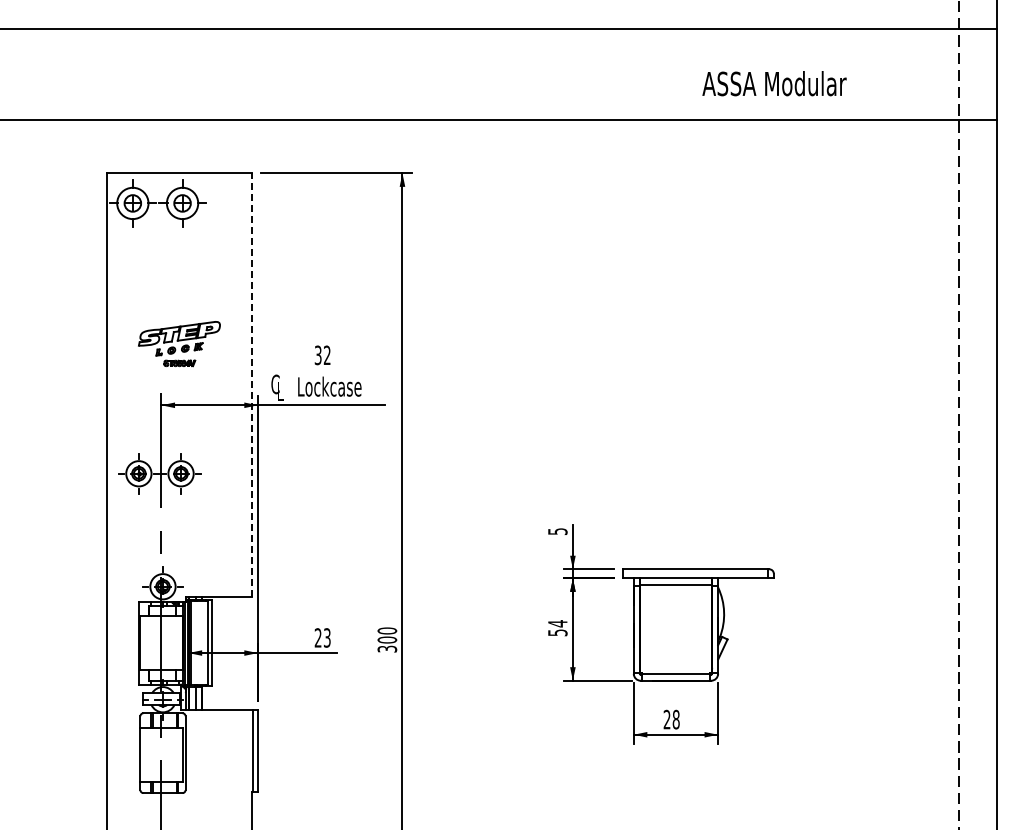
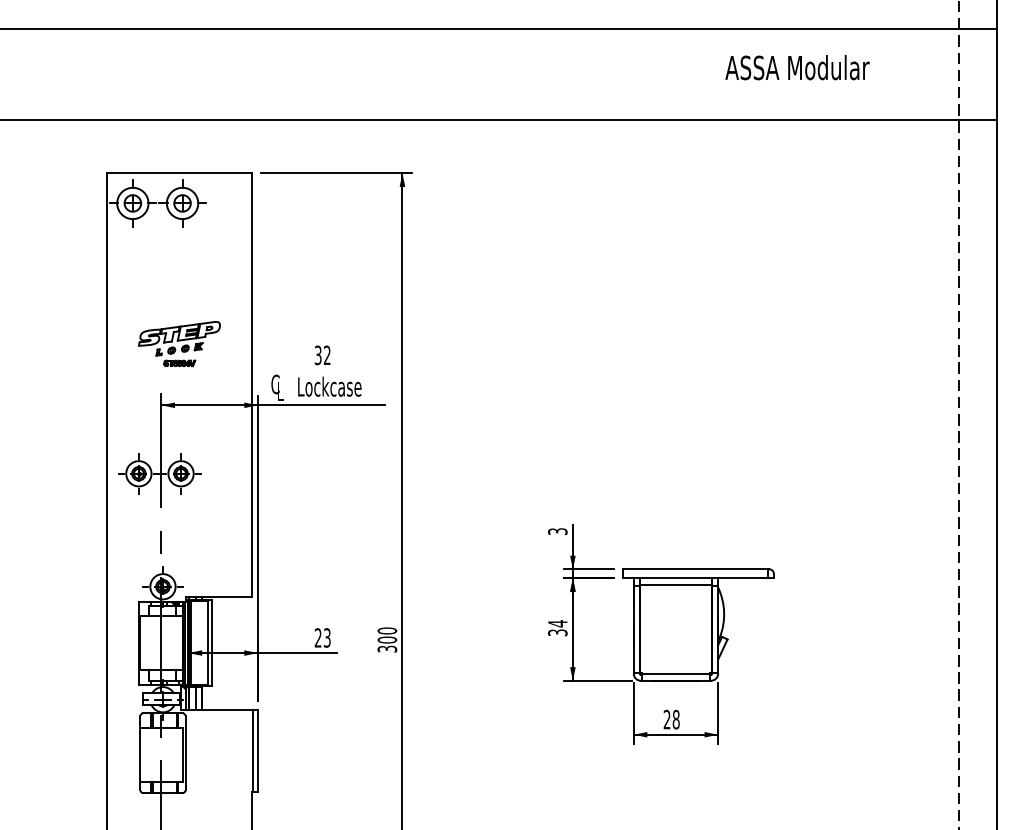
text at (774, 83) position: (774, 83) -> (797, 67)
line at (251, 385): dashed -> solid
text at (557, 531): 5 -> 3
text at (557, 632): 54 -> 34
